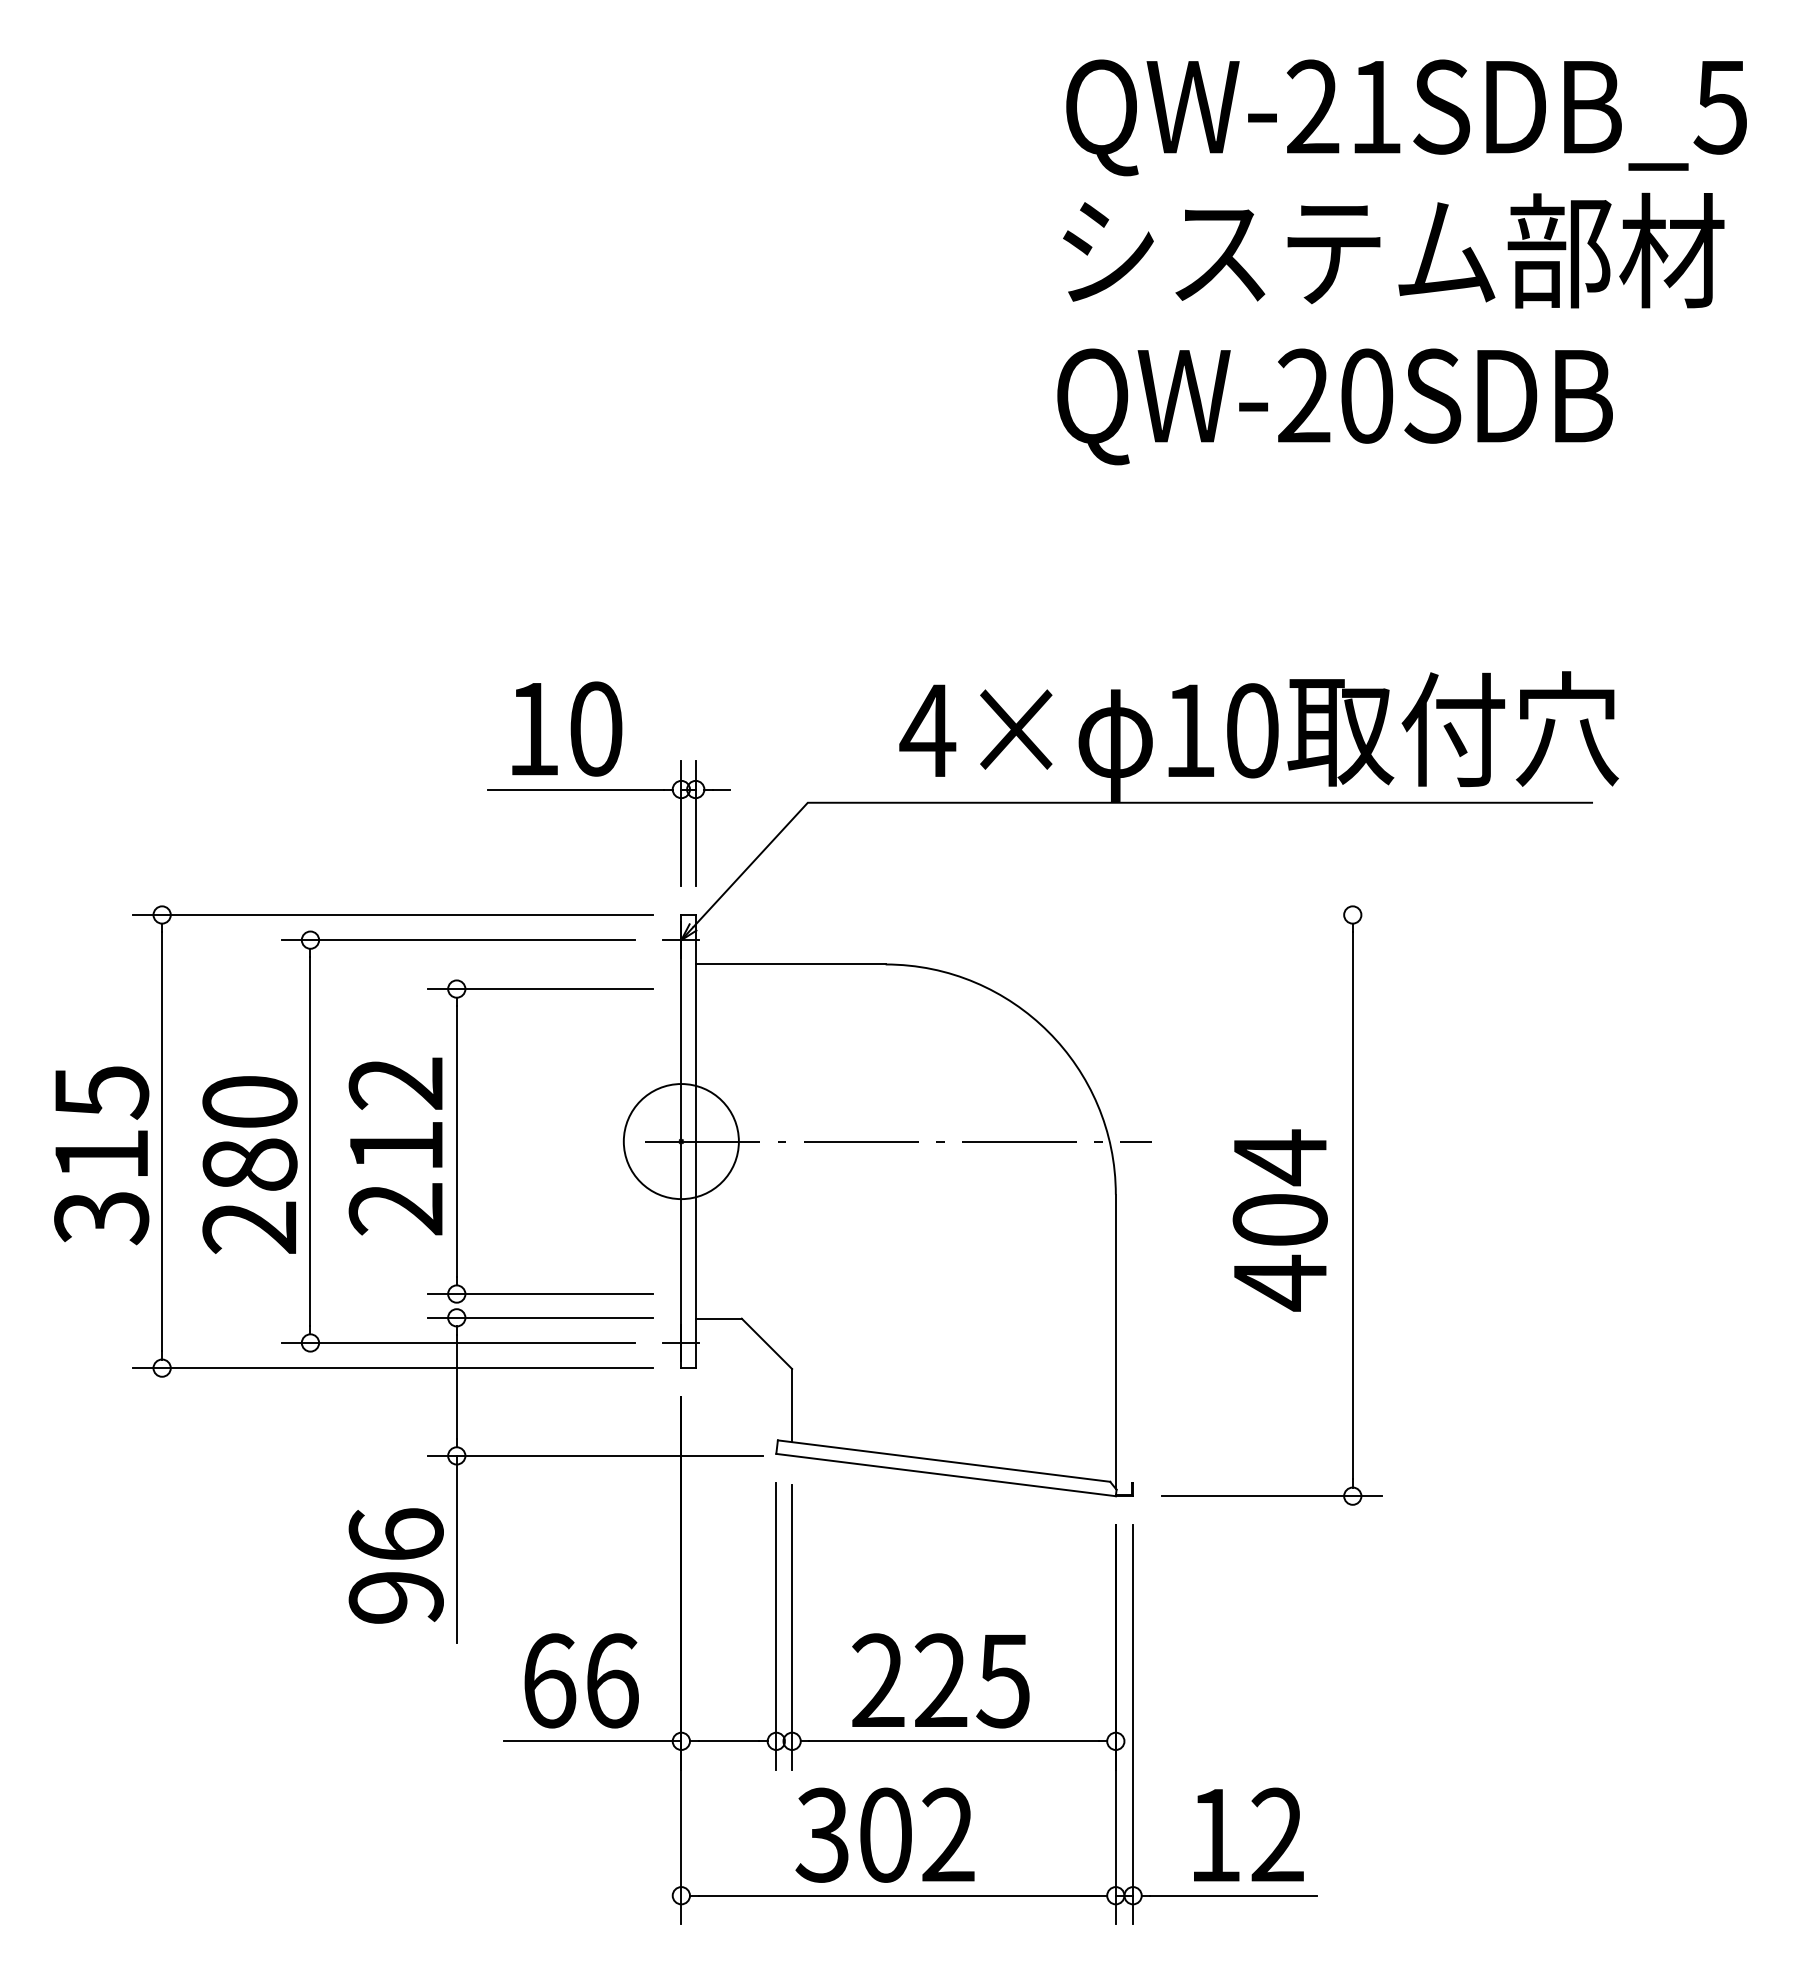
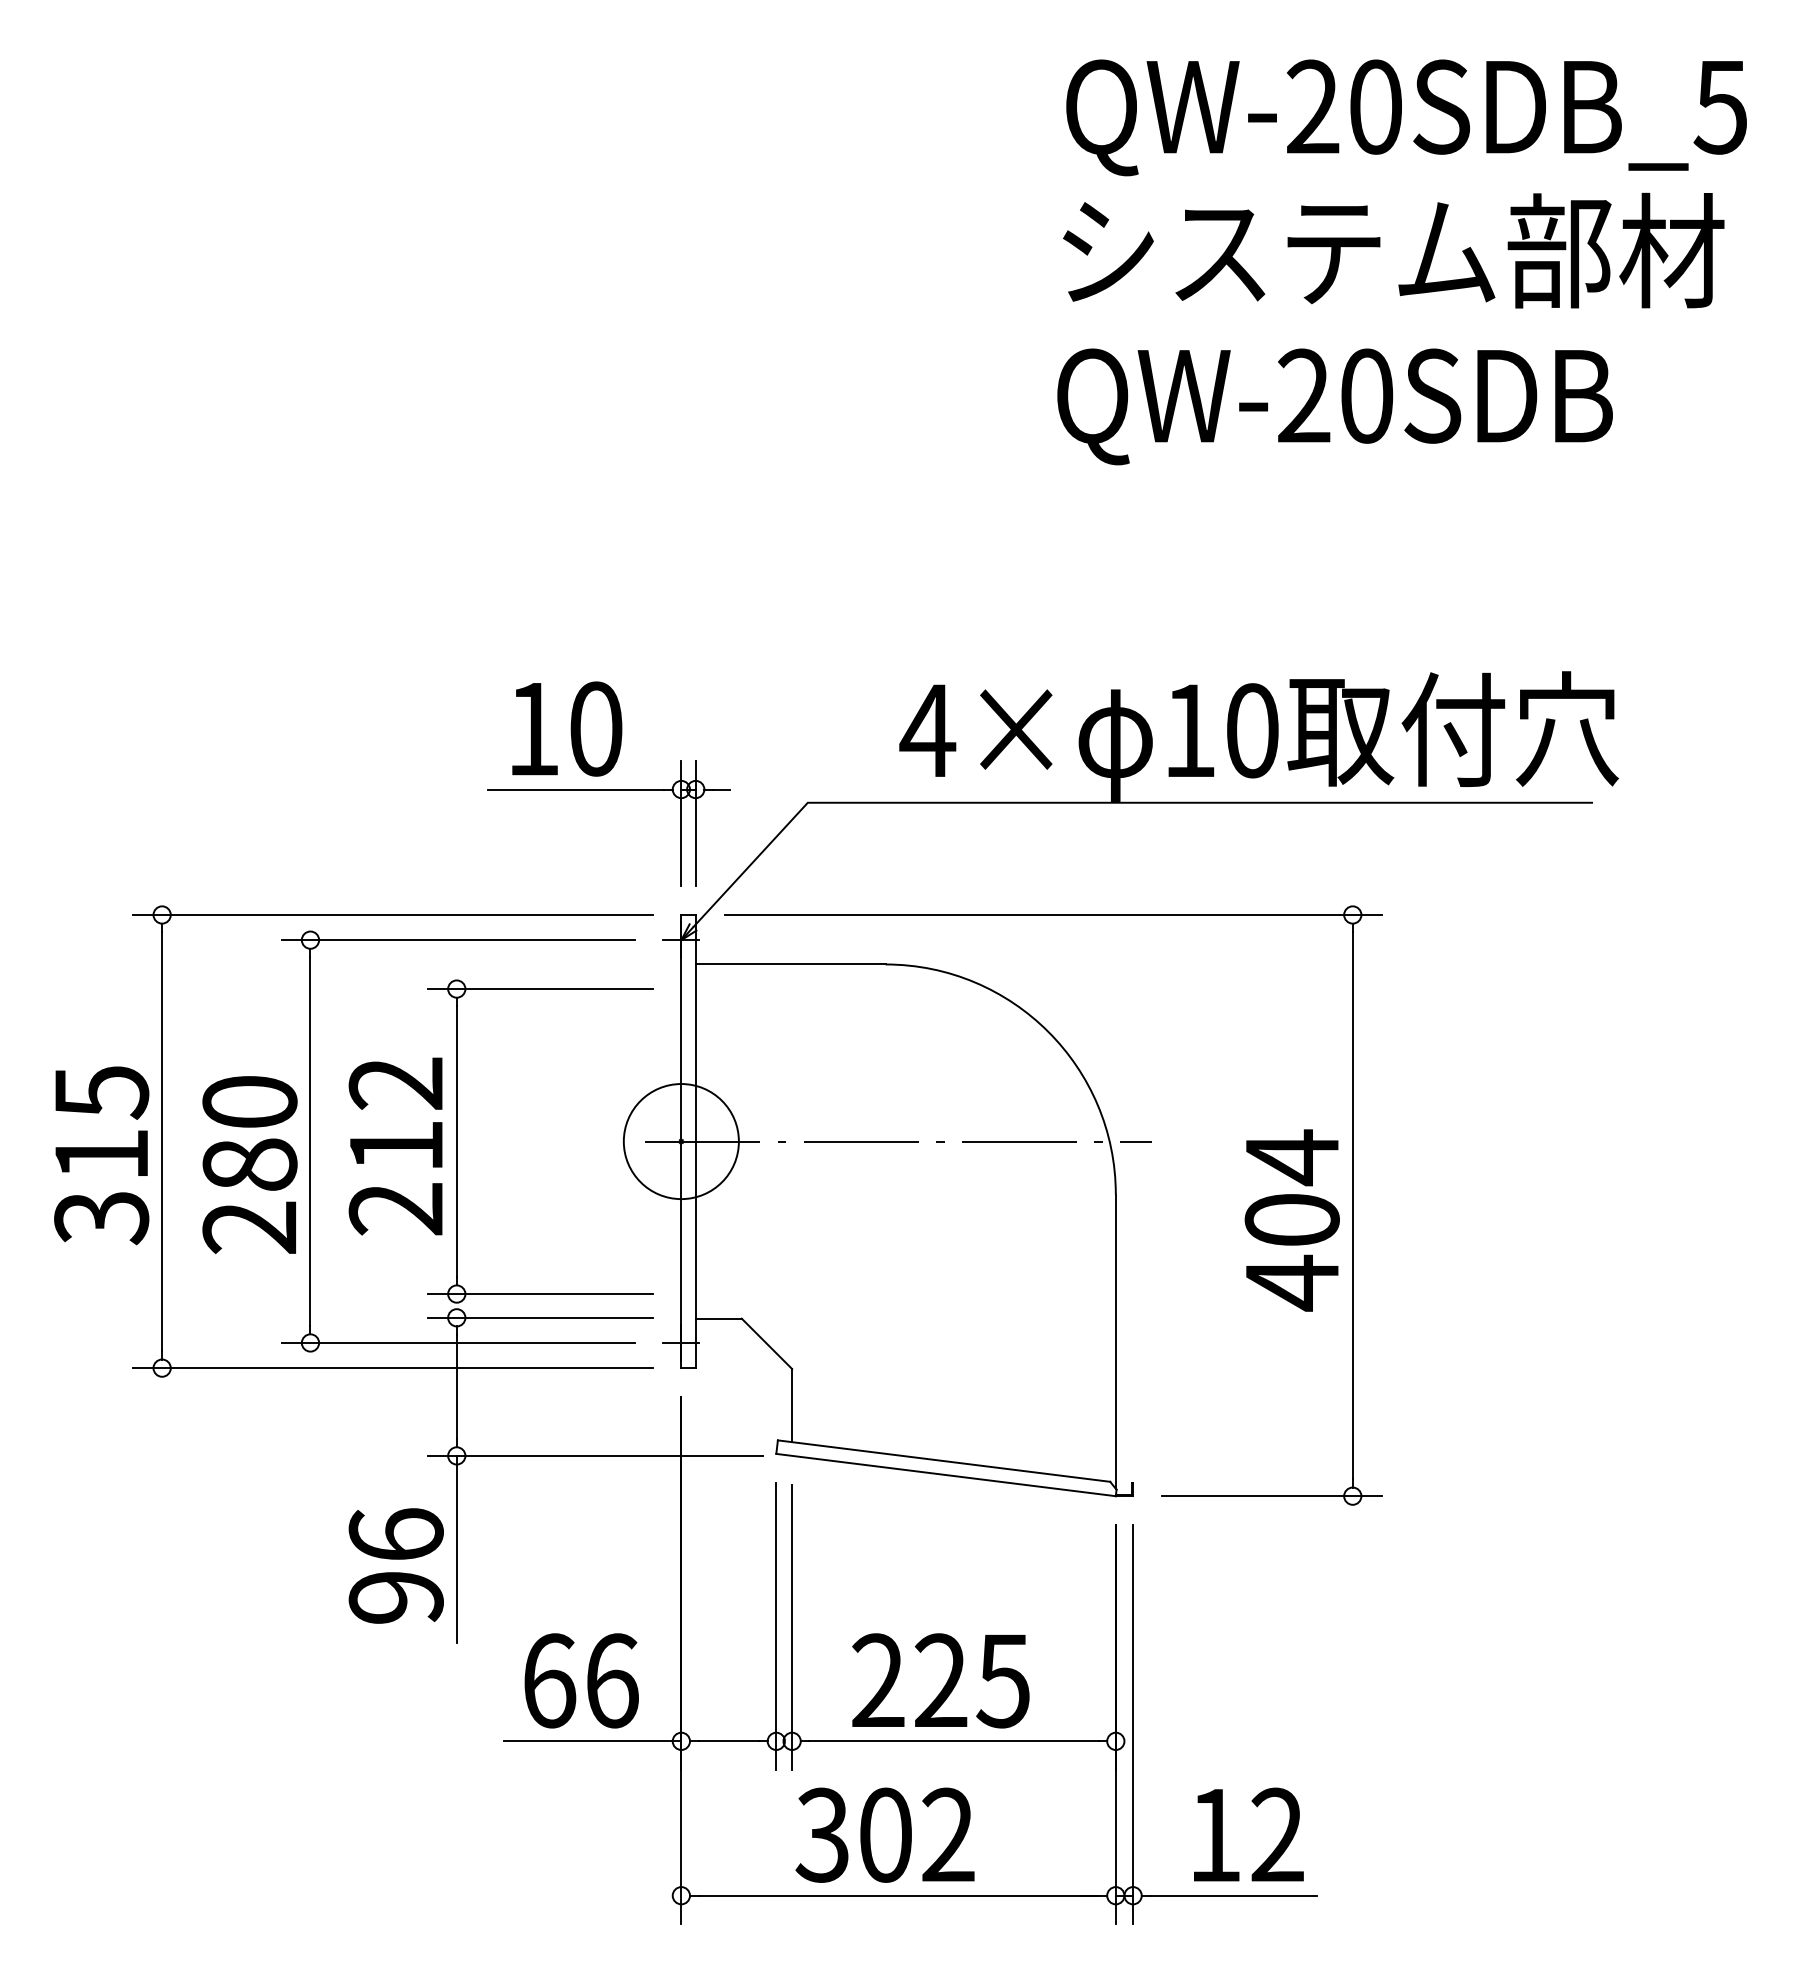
text at (1375, 106): QW-21SDB_5 -> QW-20SDB_5
line at (1052, 914): none -> present
text at (1279, 1220) position: (1279, 1220) -> (1291, 1220)
